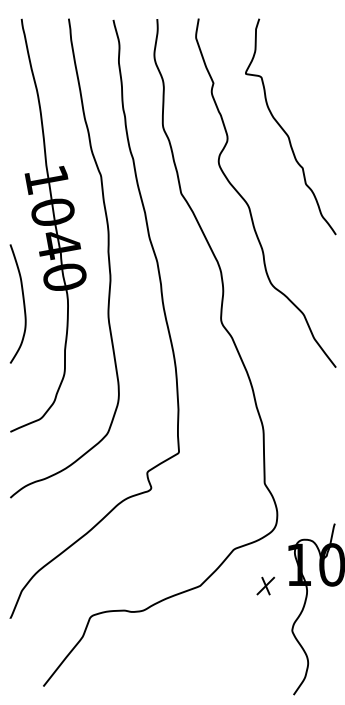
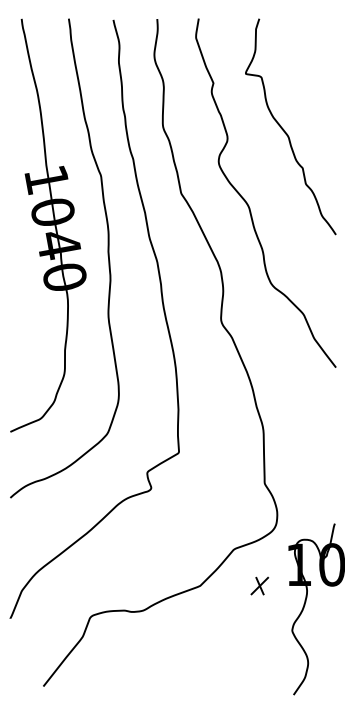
curve at (23, 303): present -> none
part at (265, 585) position: (265, 585) -> (259, 585)
